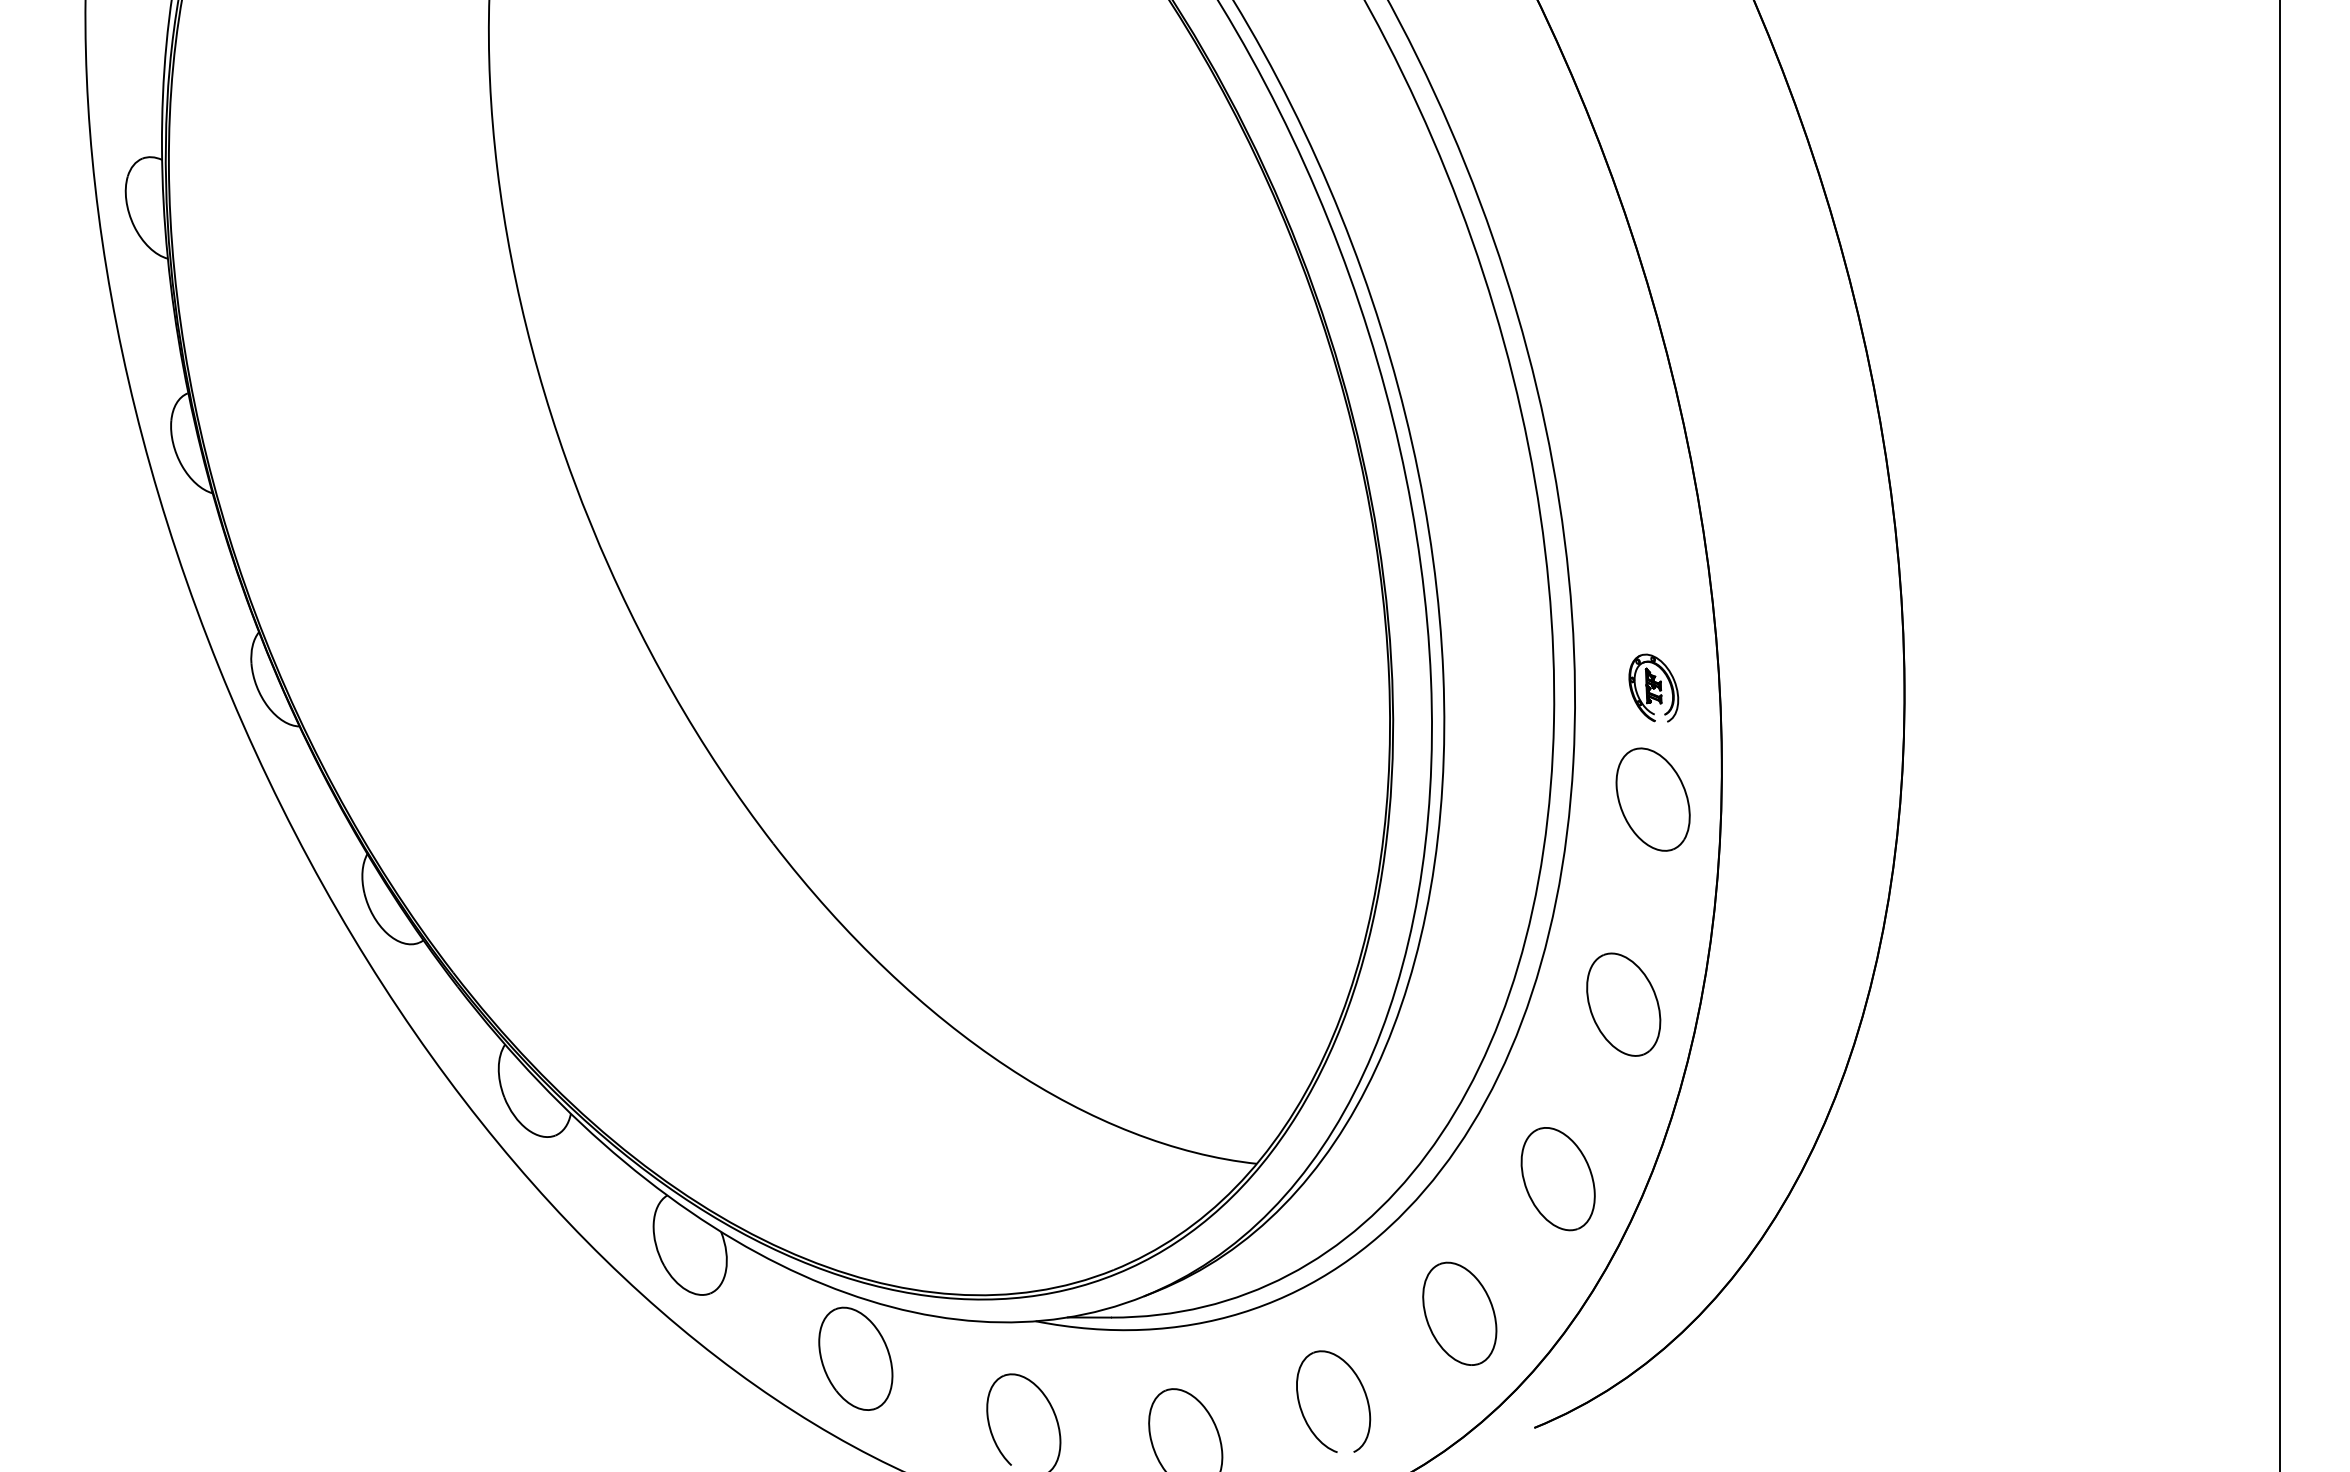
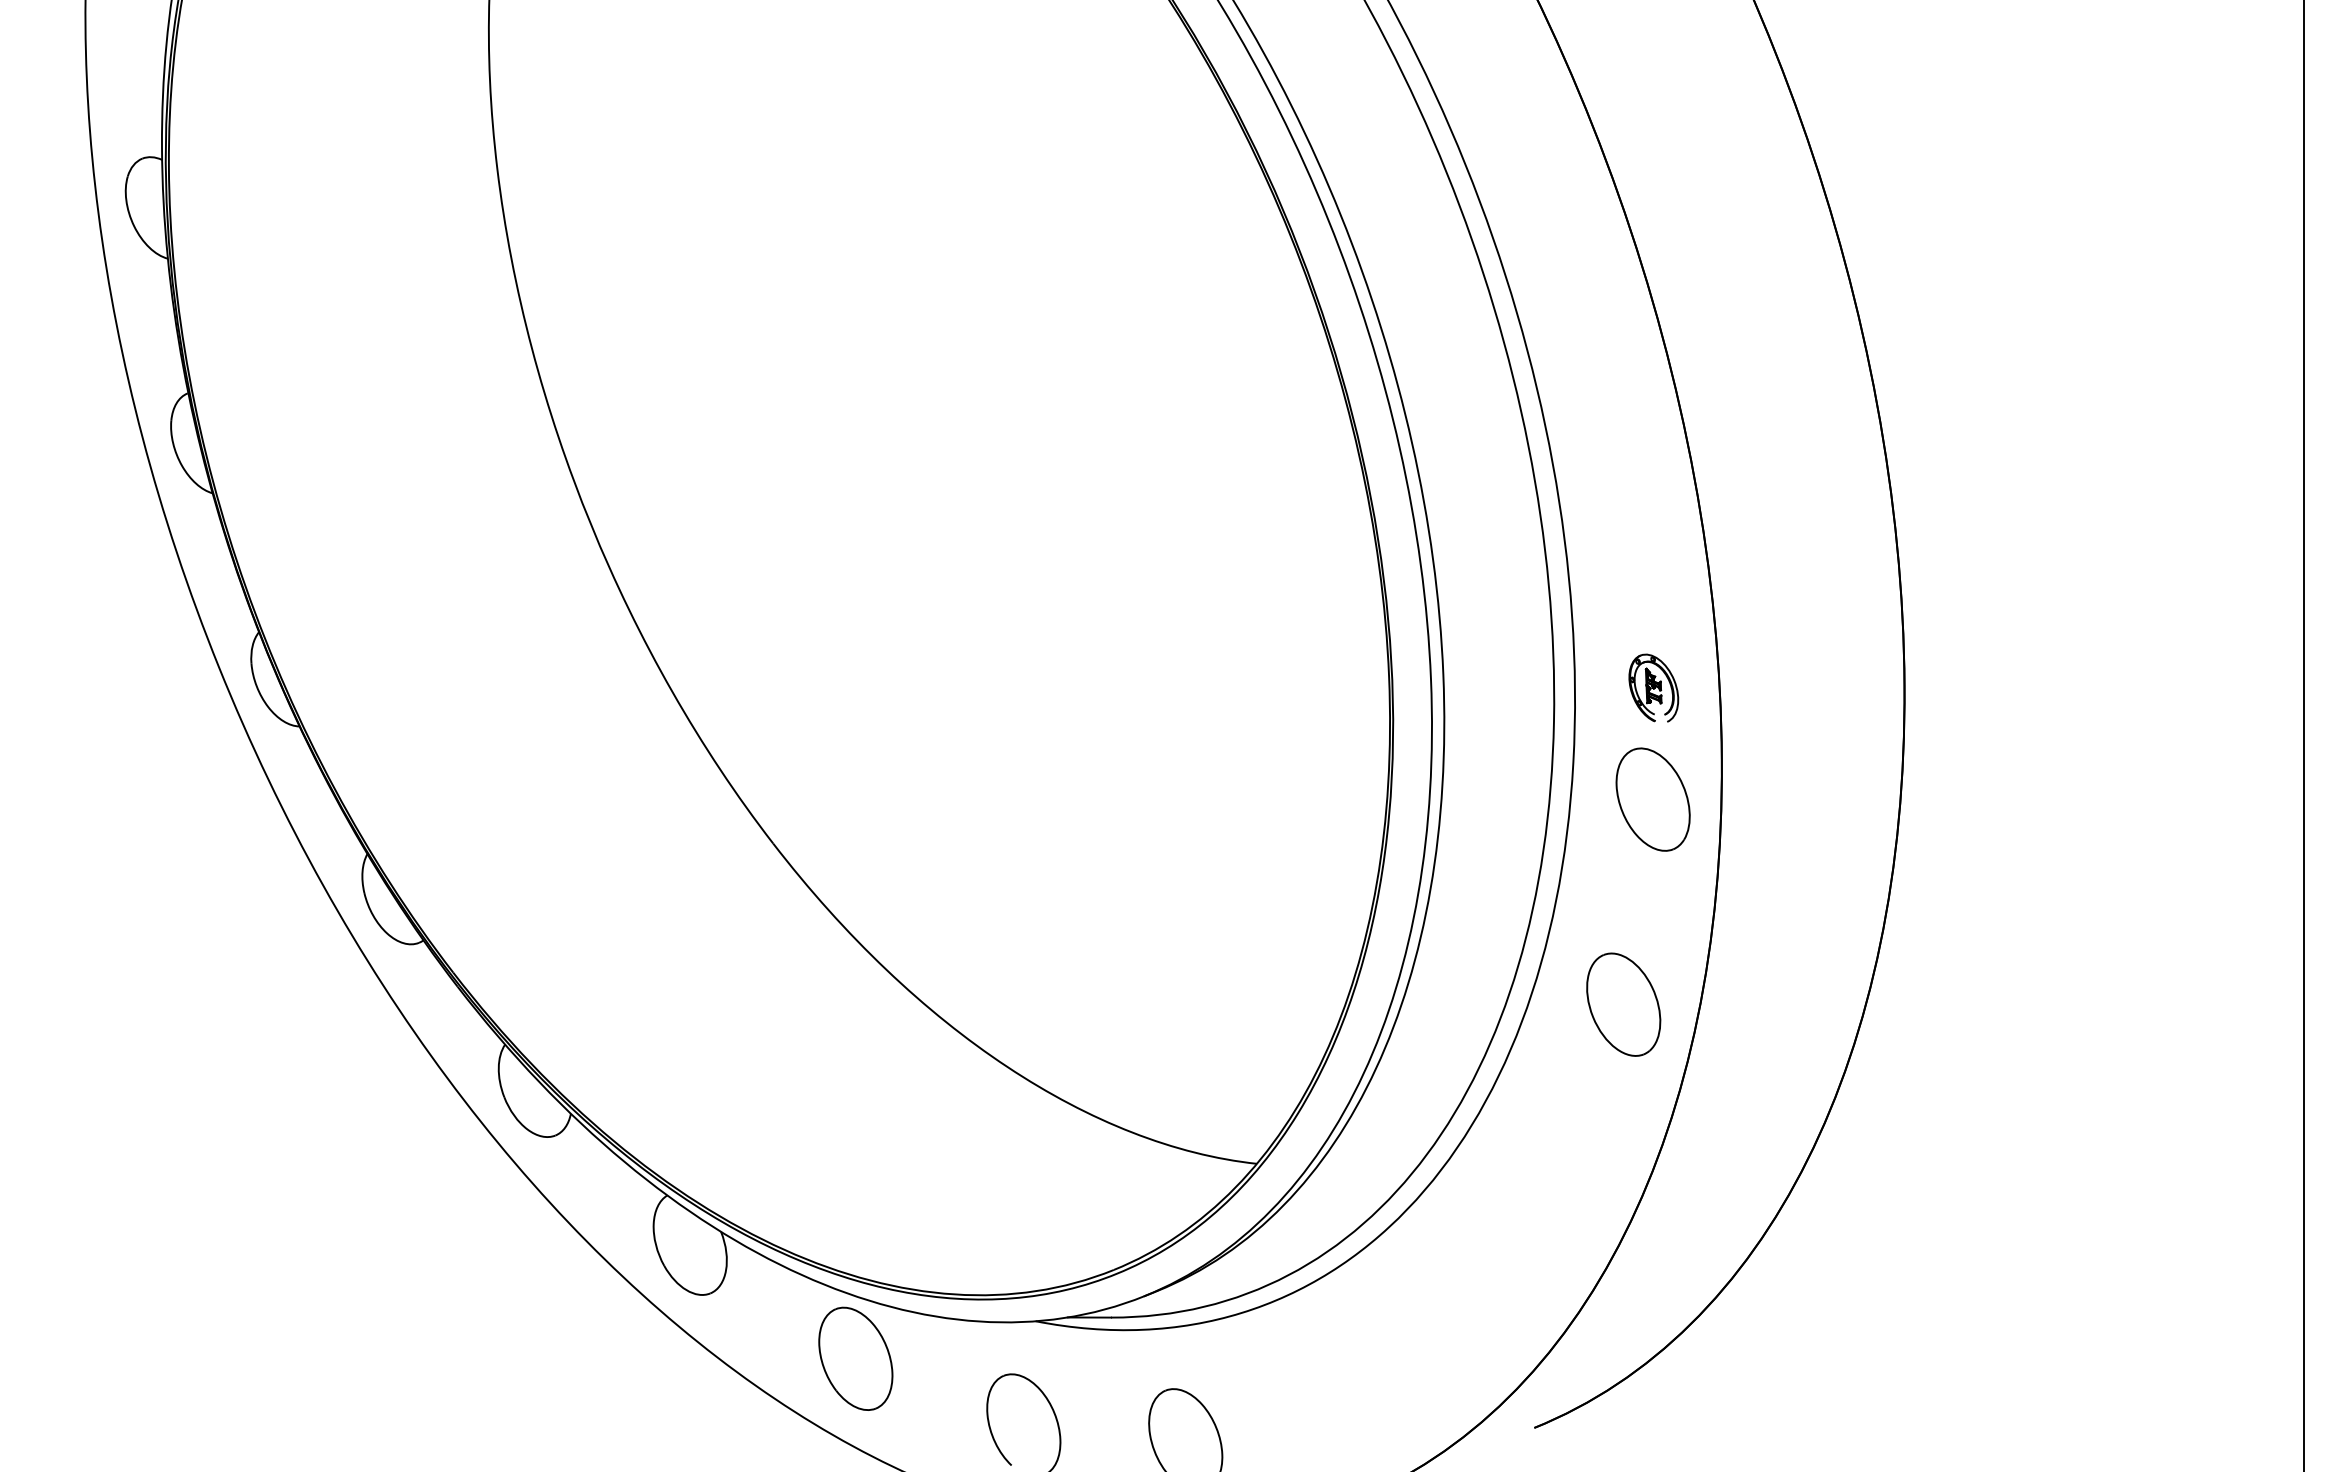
line at (2279, 735) position: (2279, 735) -> (2303, 735)
part at (1557, 1179): present -> none
part at (1459, 1313): present -> none
part at (1362, 1389): present -> none
